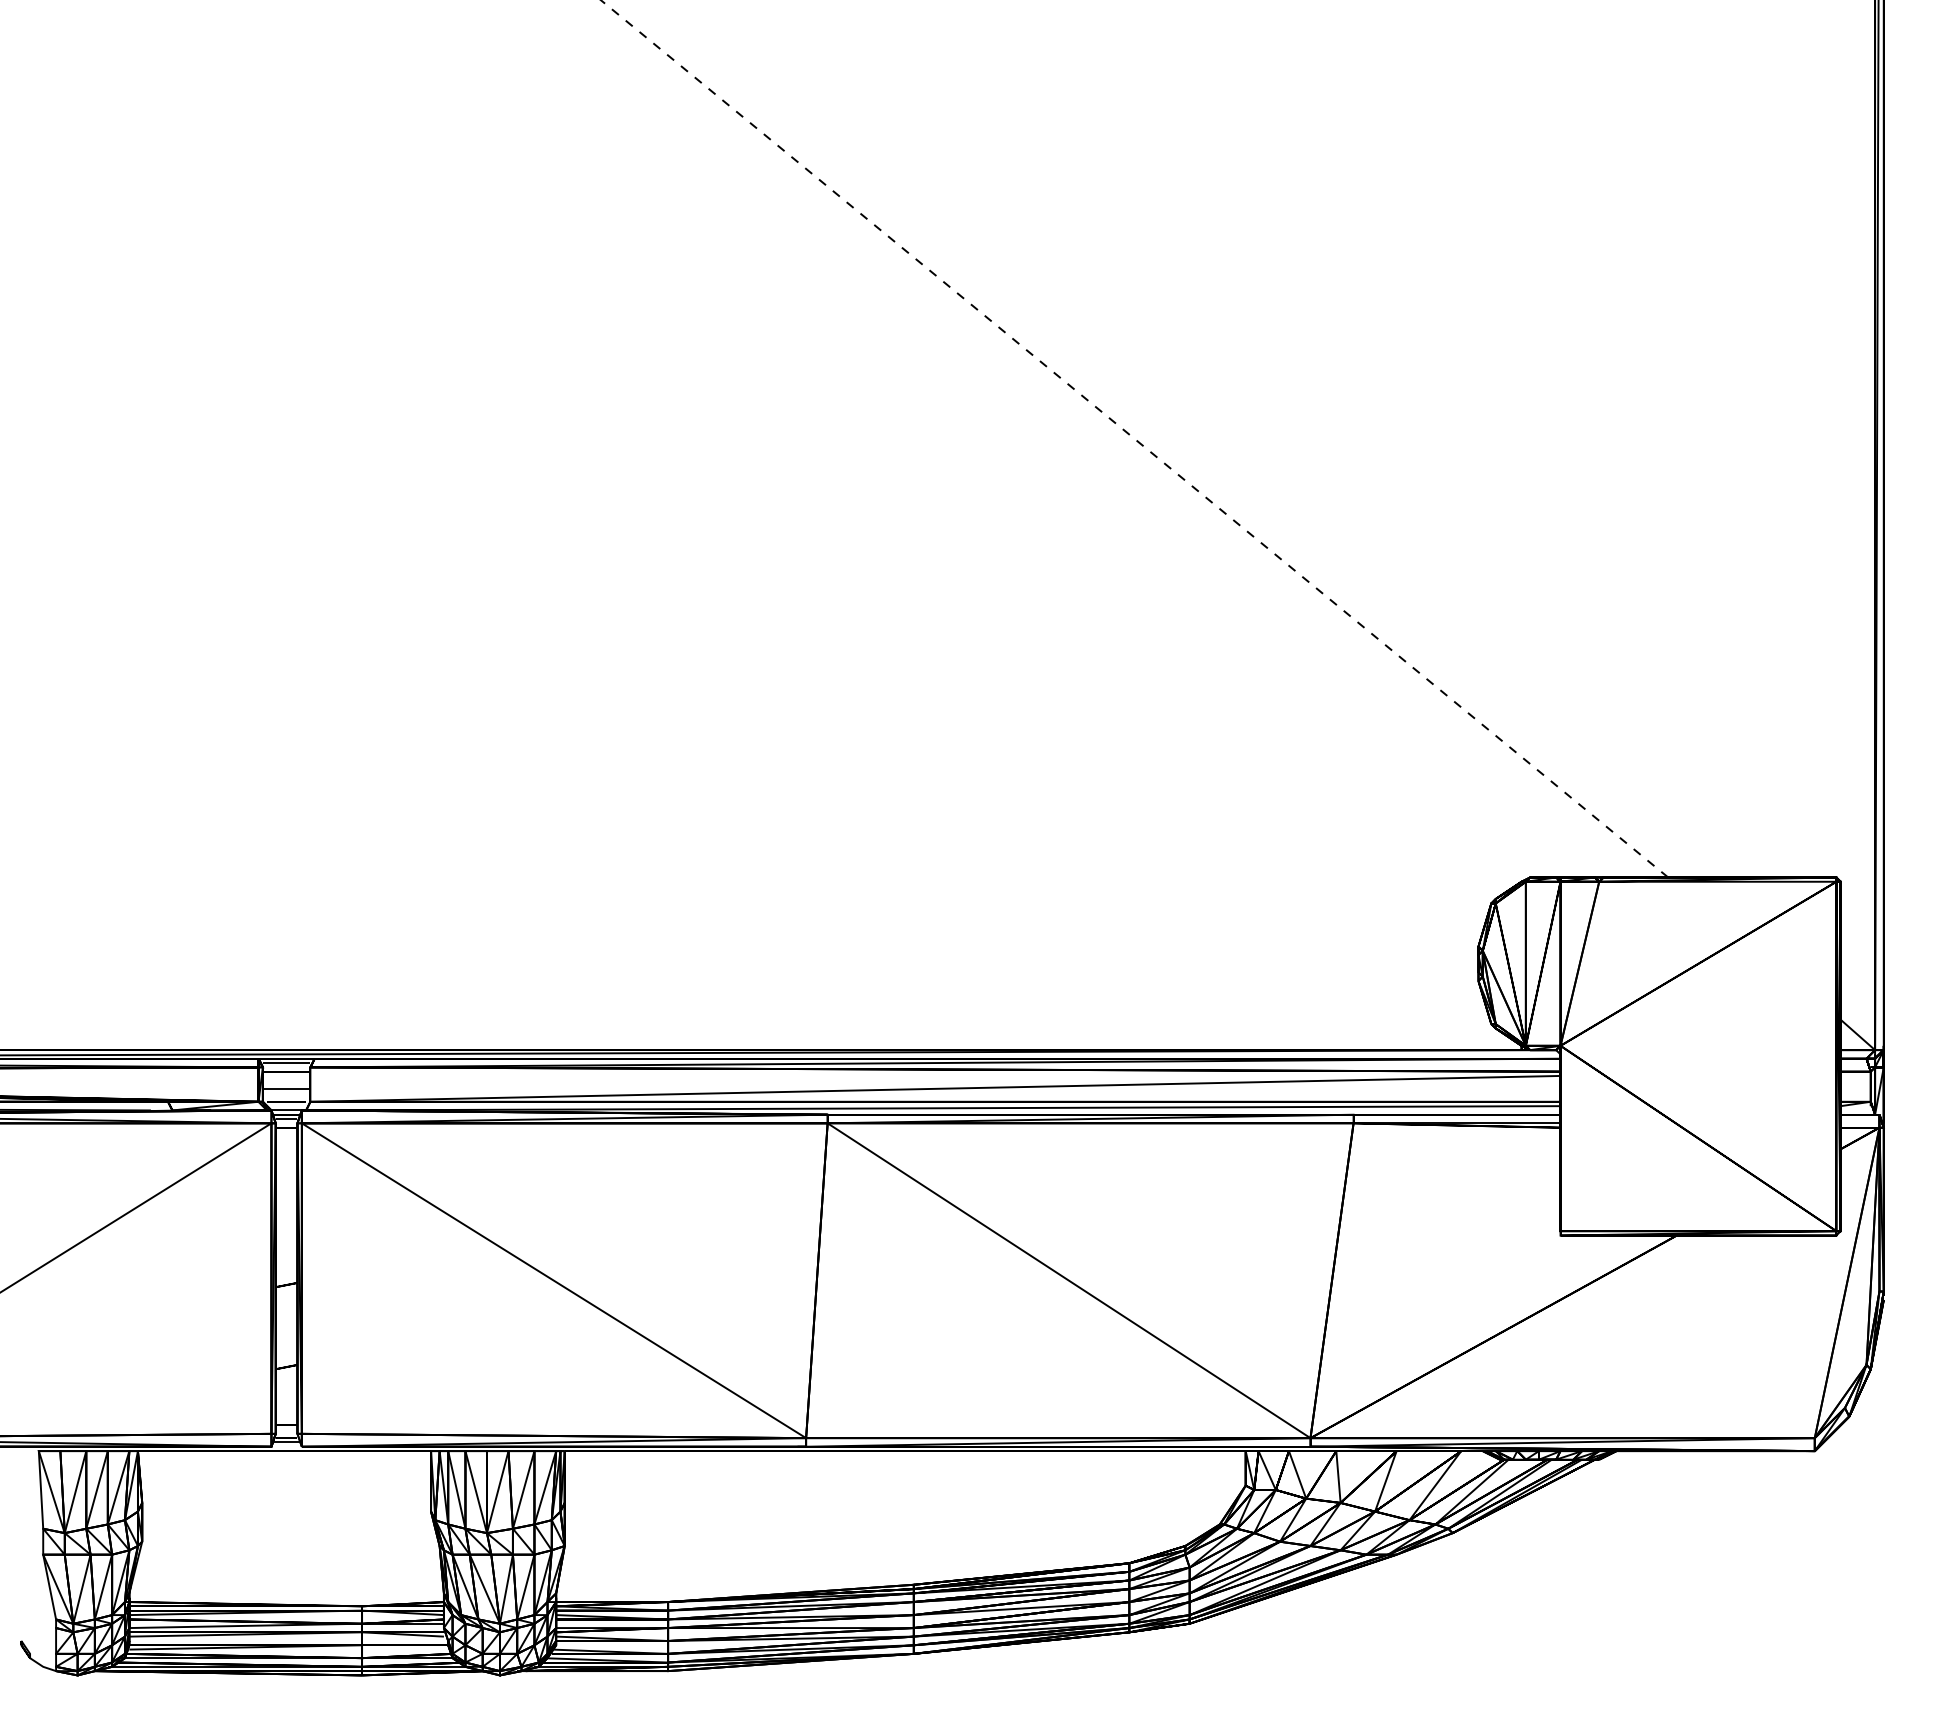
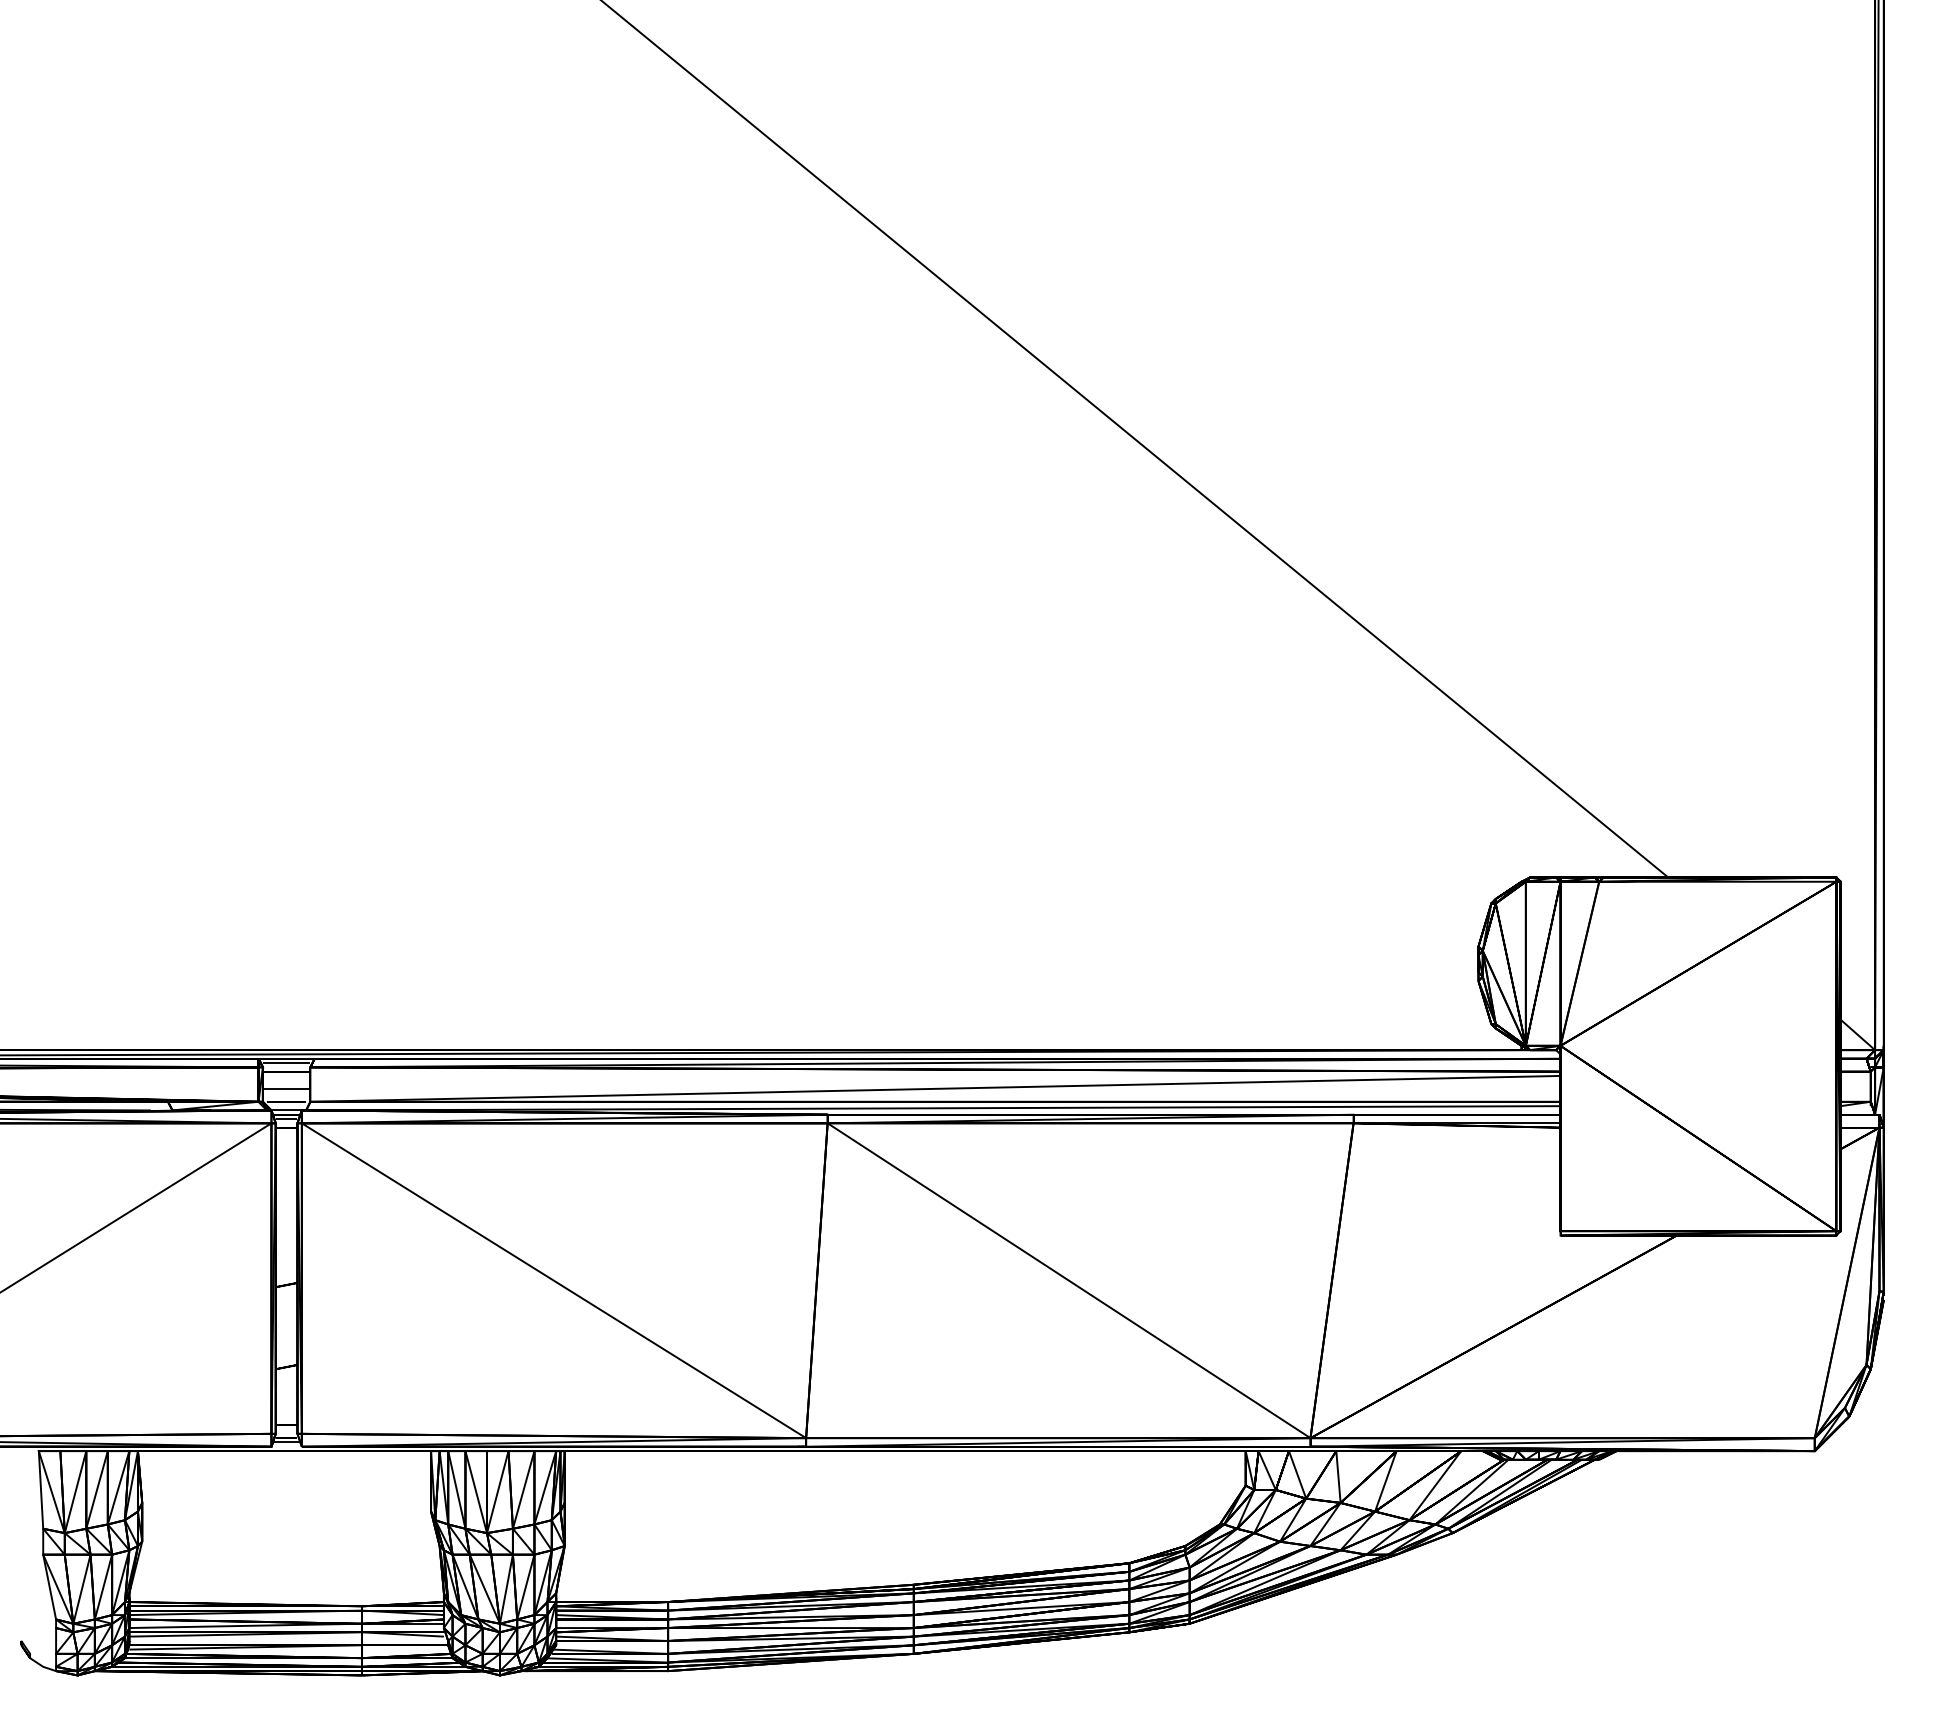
line at (1134, 438): dashed -> solid
